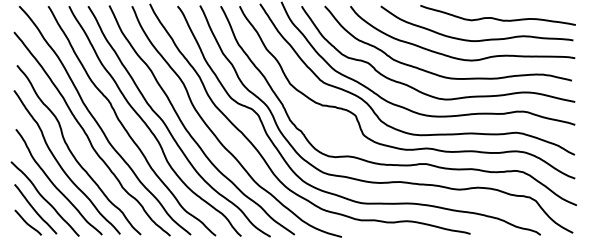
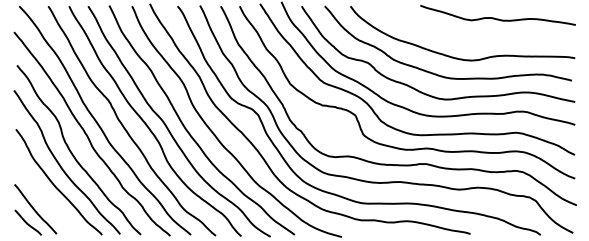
curve at (480, 39): present -> none
curve at (44, 198): present -> none
